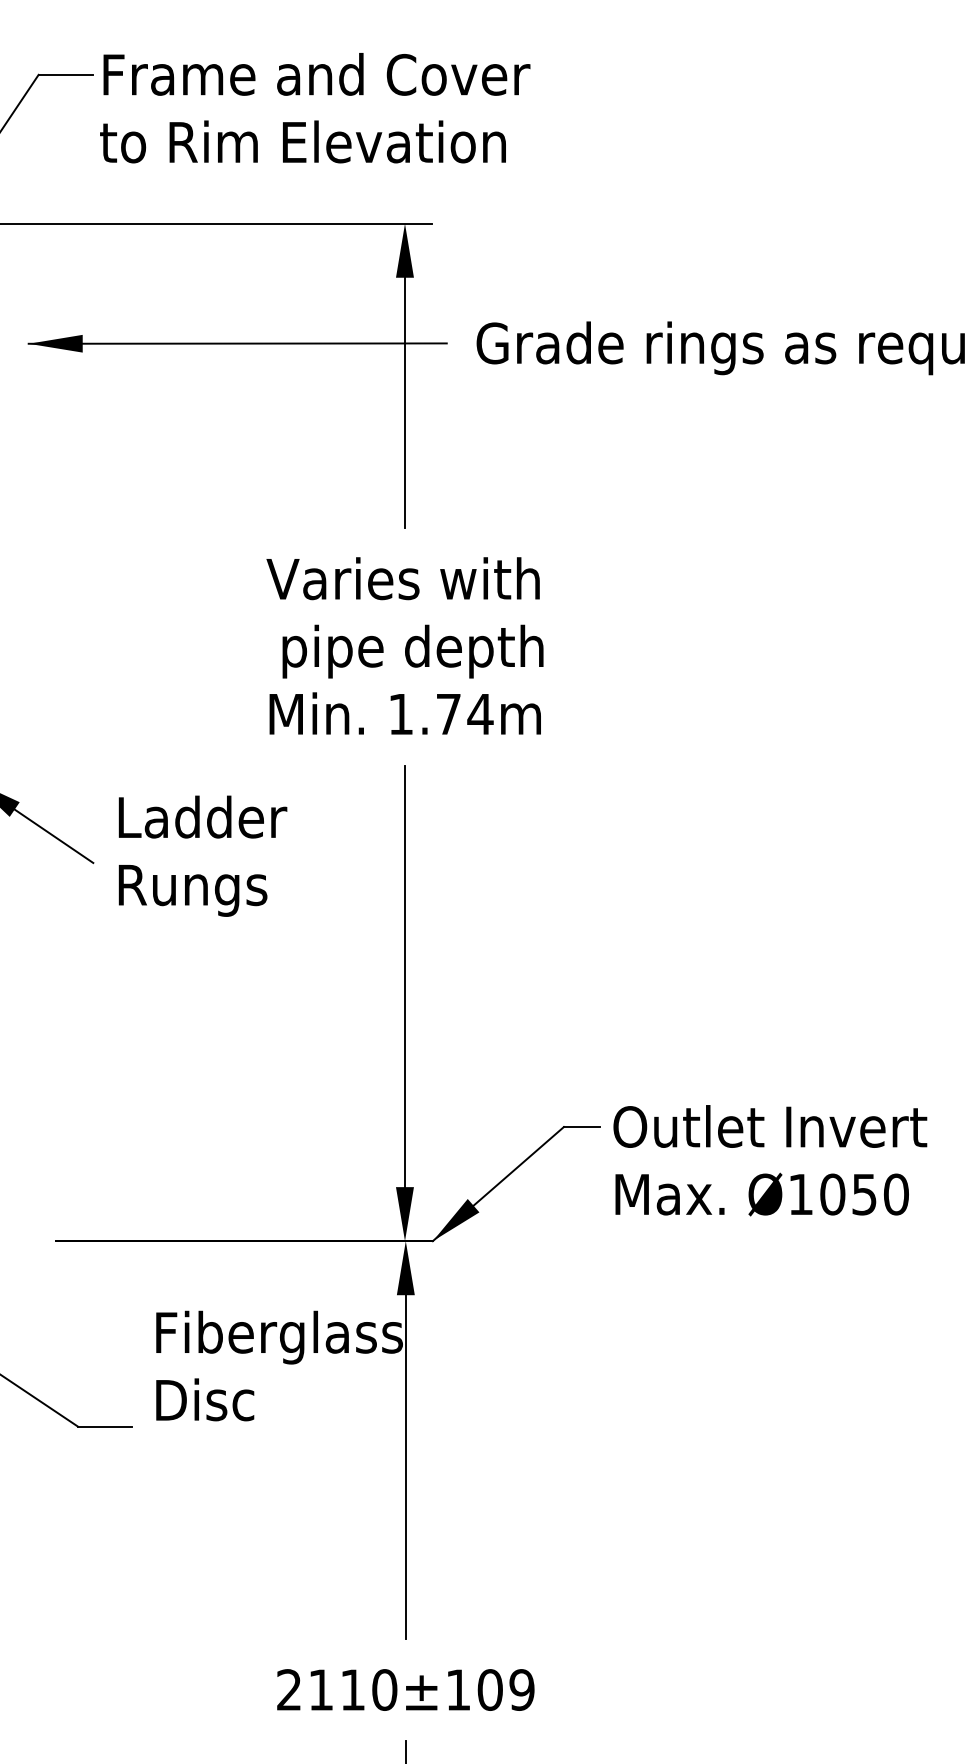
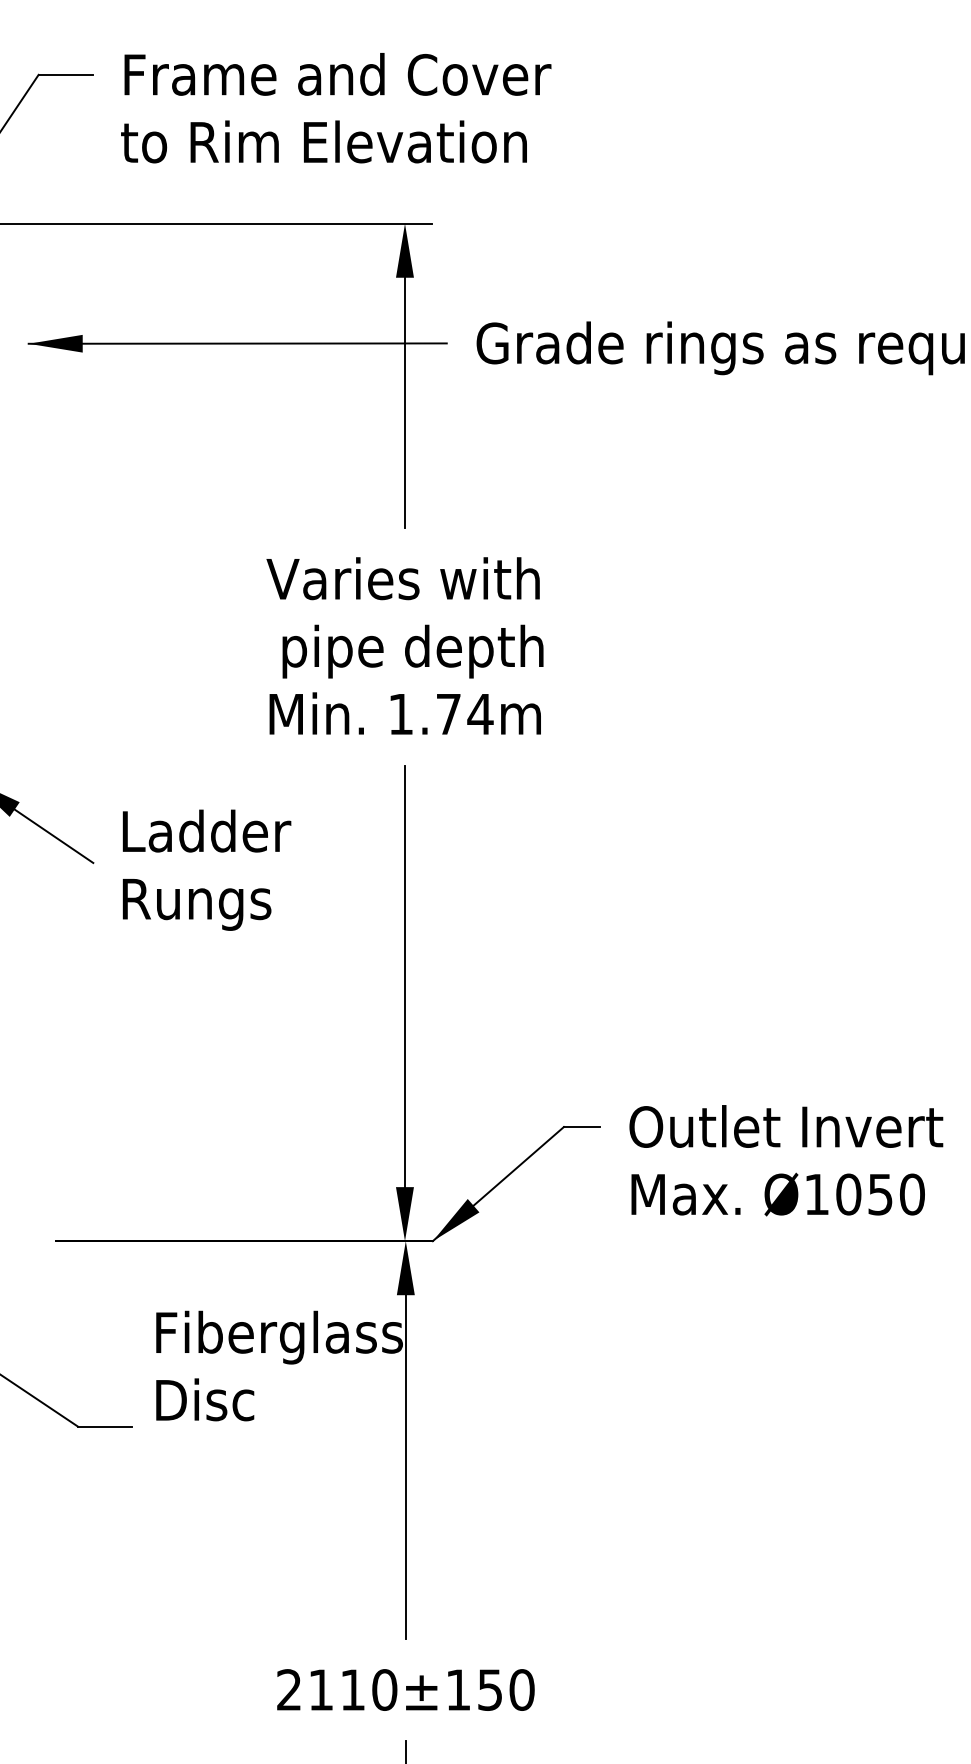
text at (315, 108) position: (315, 108) -> (336, 108)
text at (202, 855) position: (202, 855) -> (206, 869)
text at (770, 1160) position: (770, 1160) -> (786, 1160)
text at (505, 1689): 2110±109 -> 2110±150
